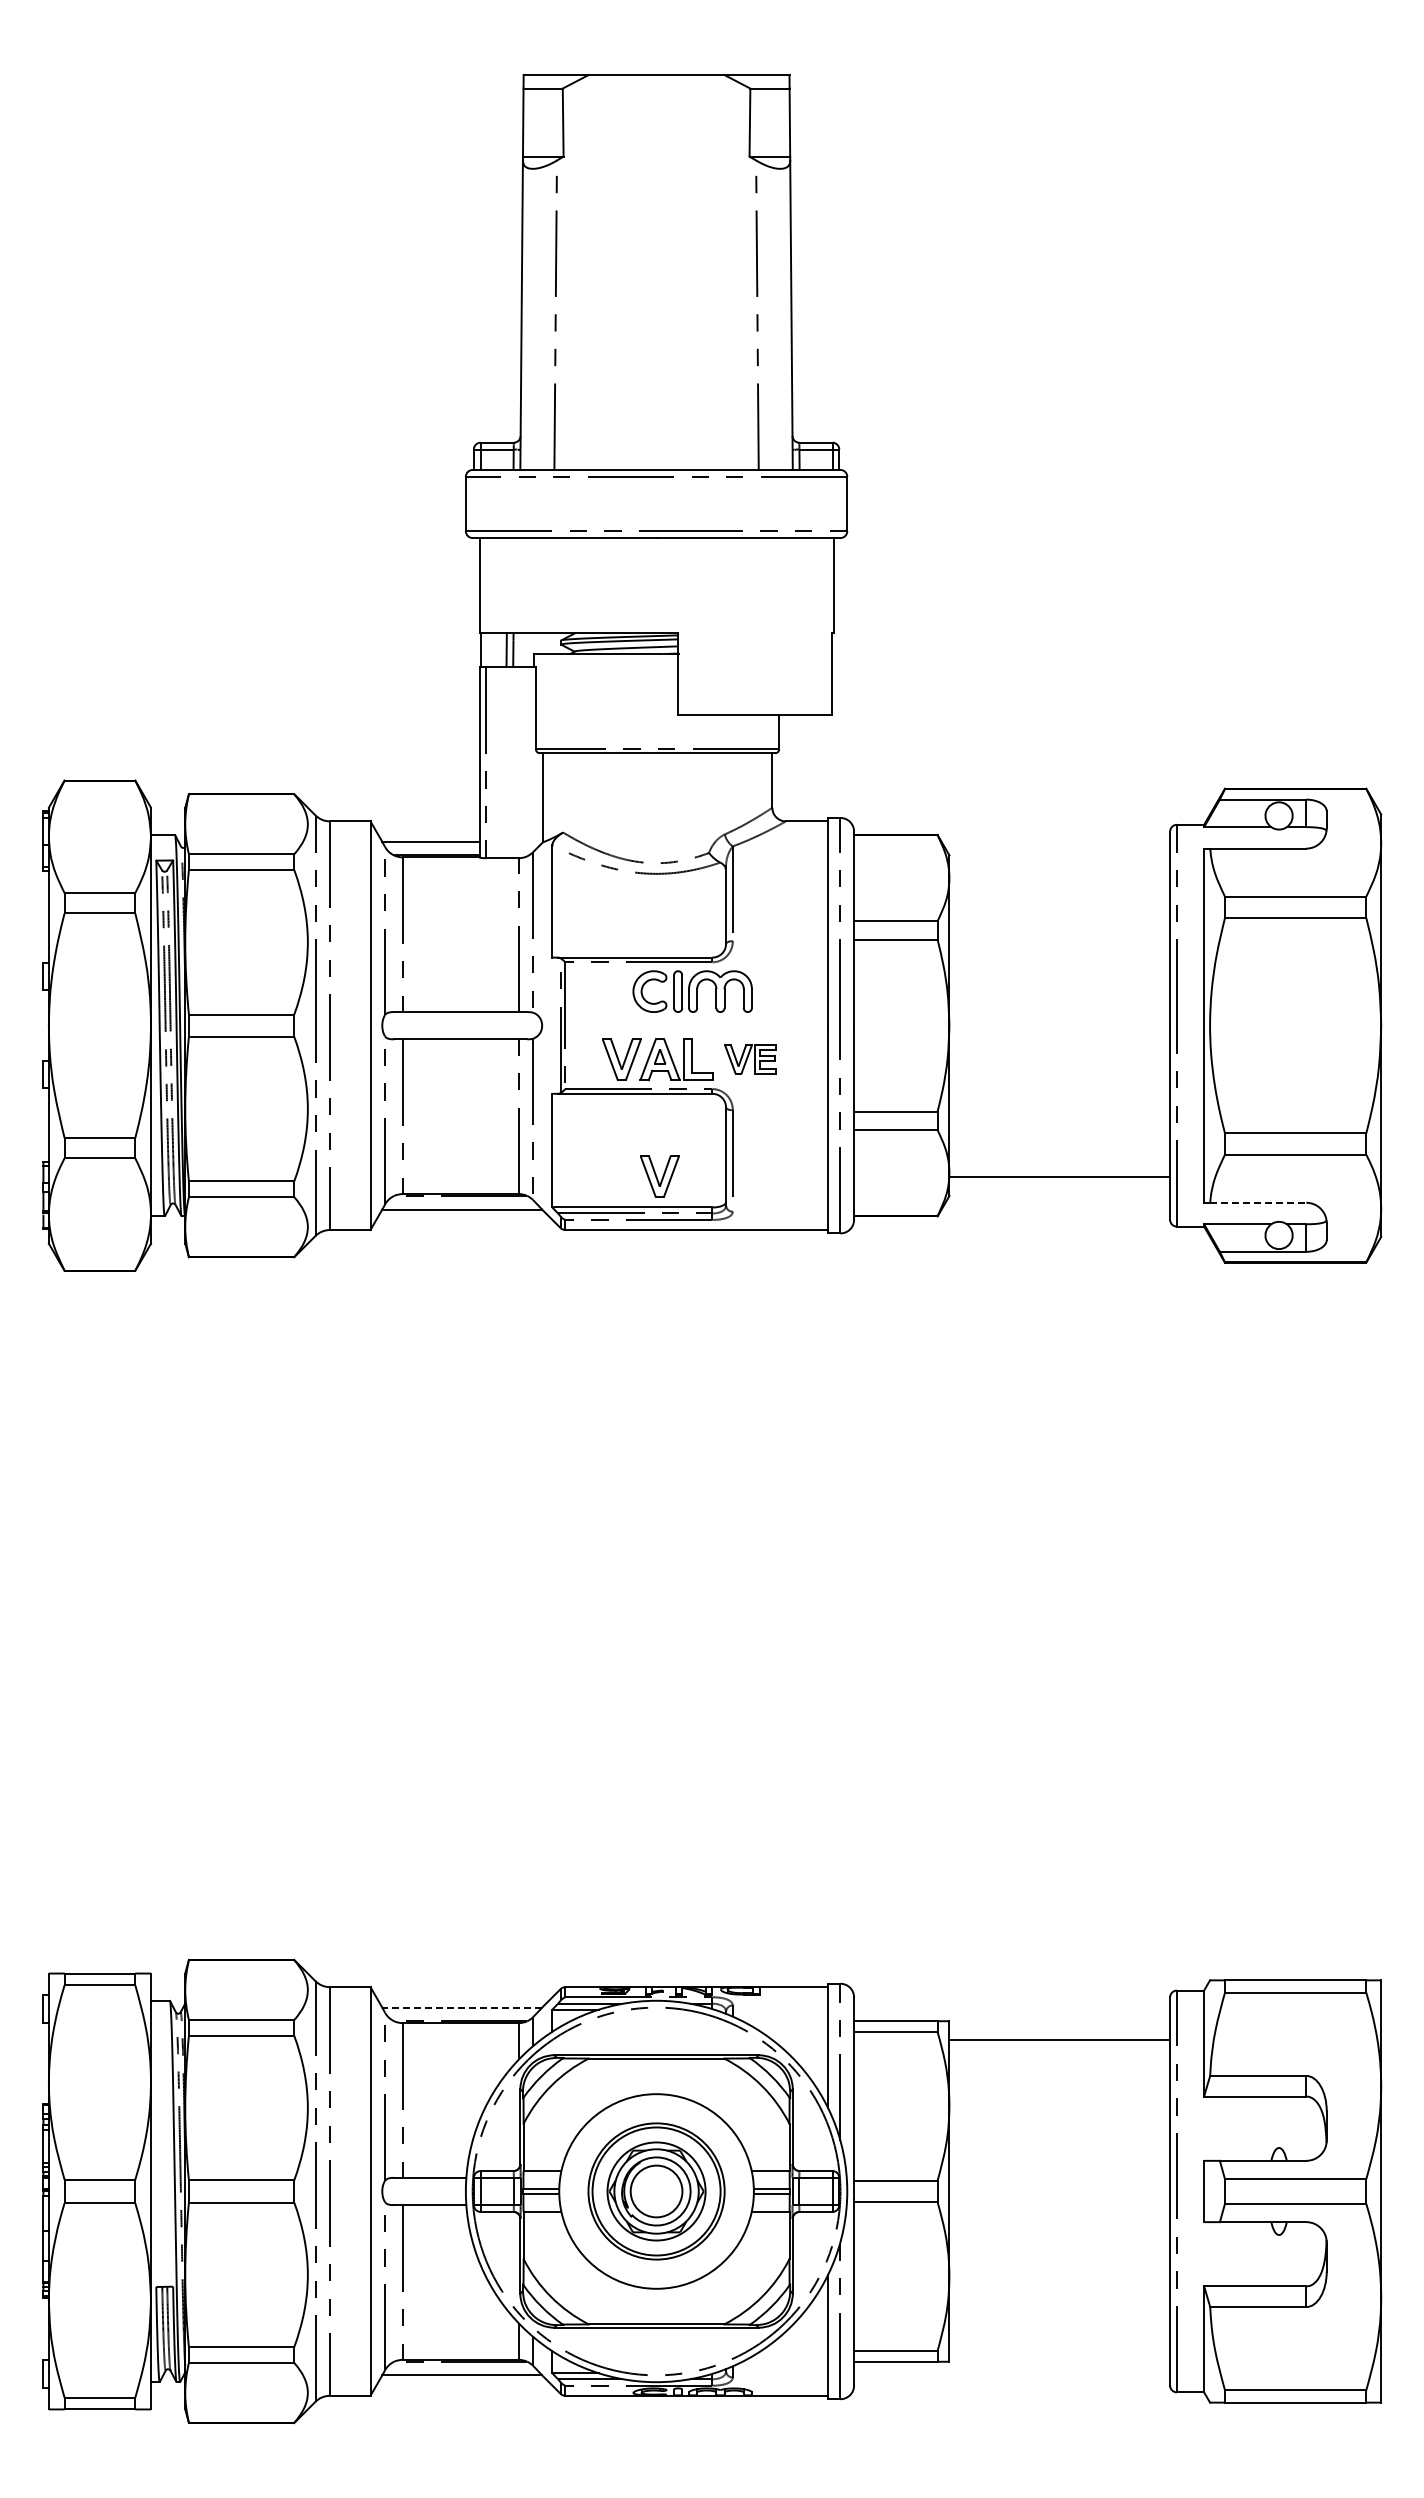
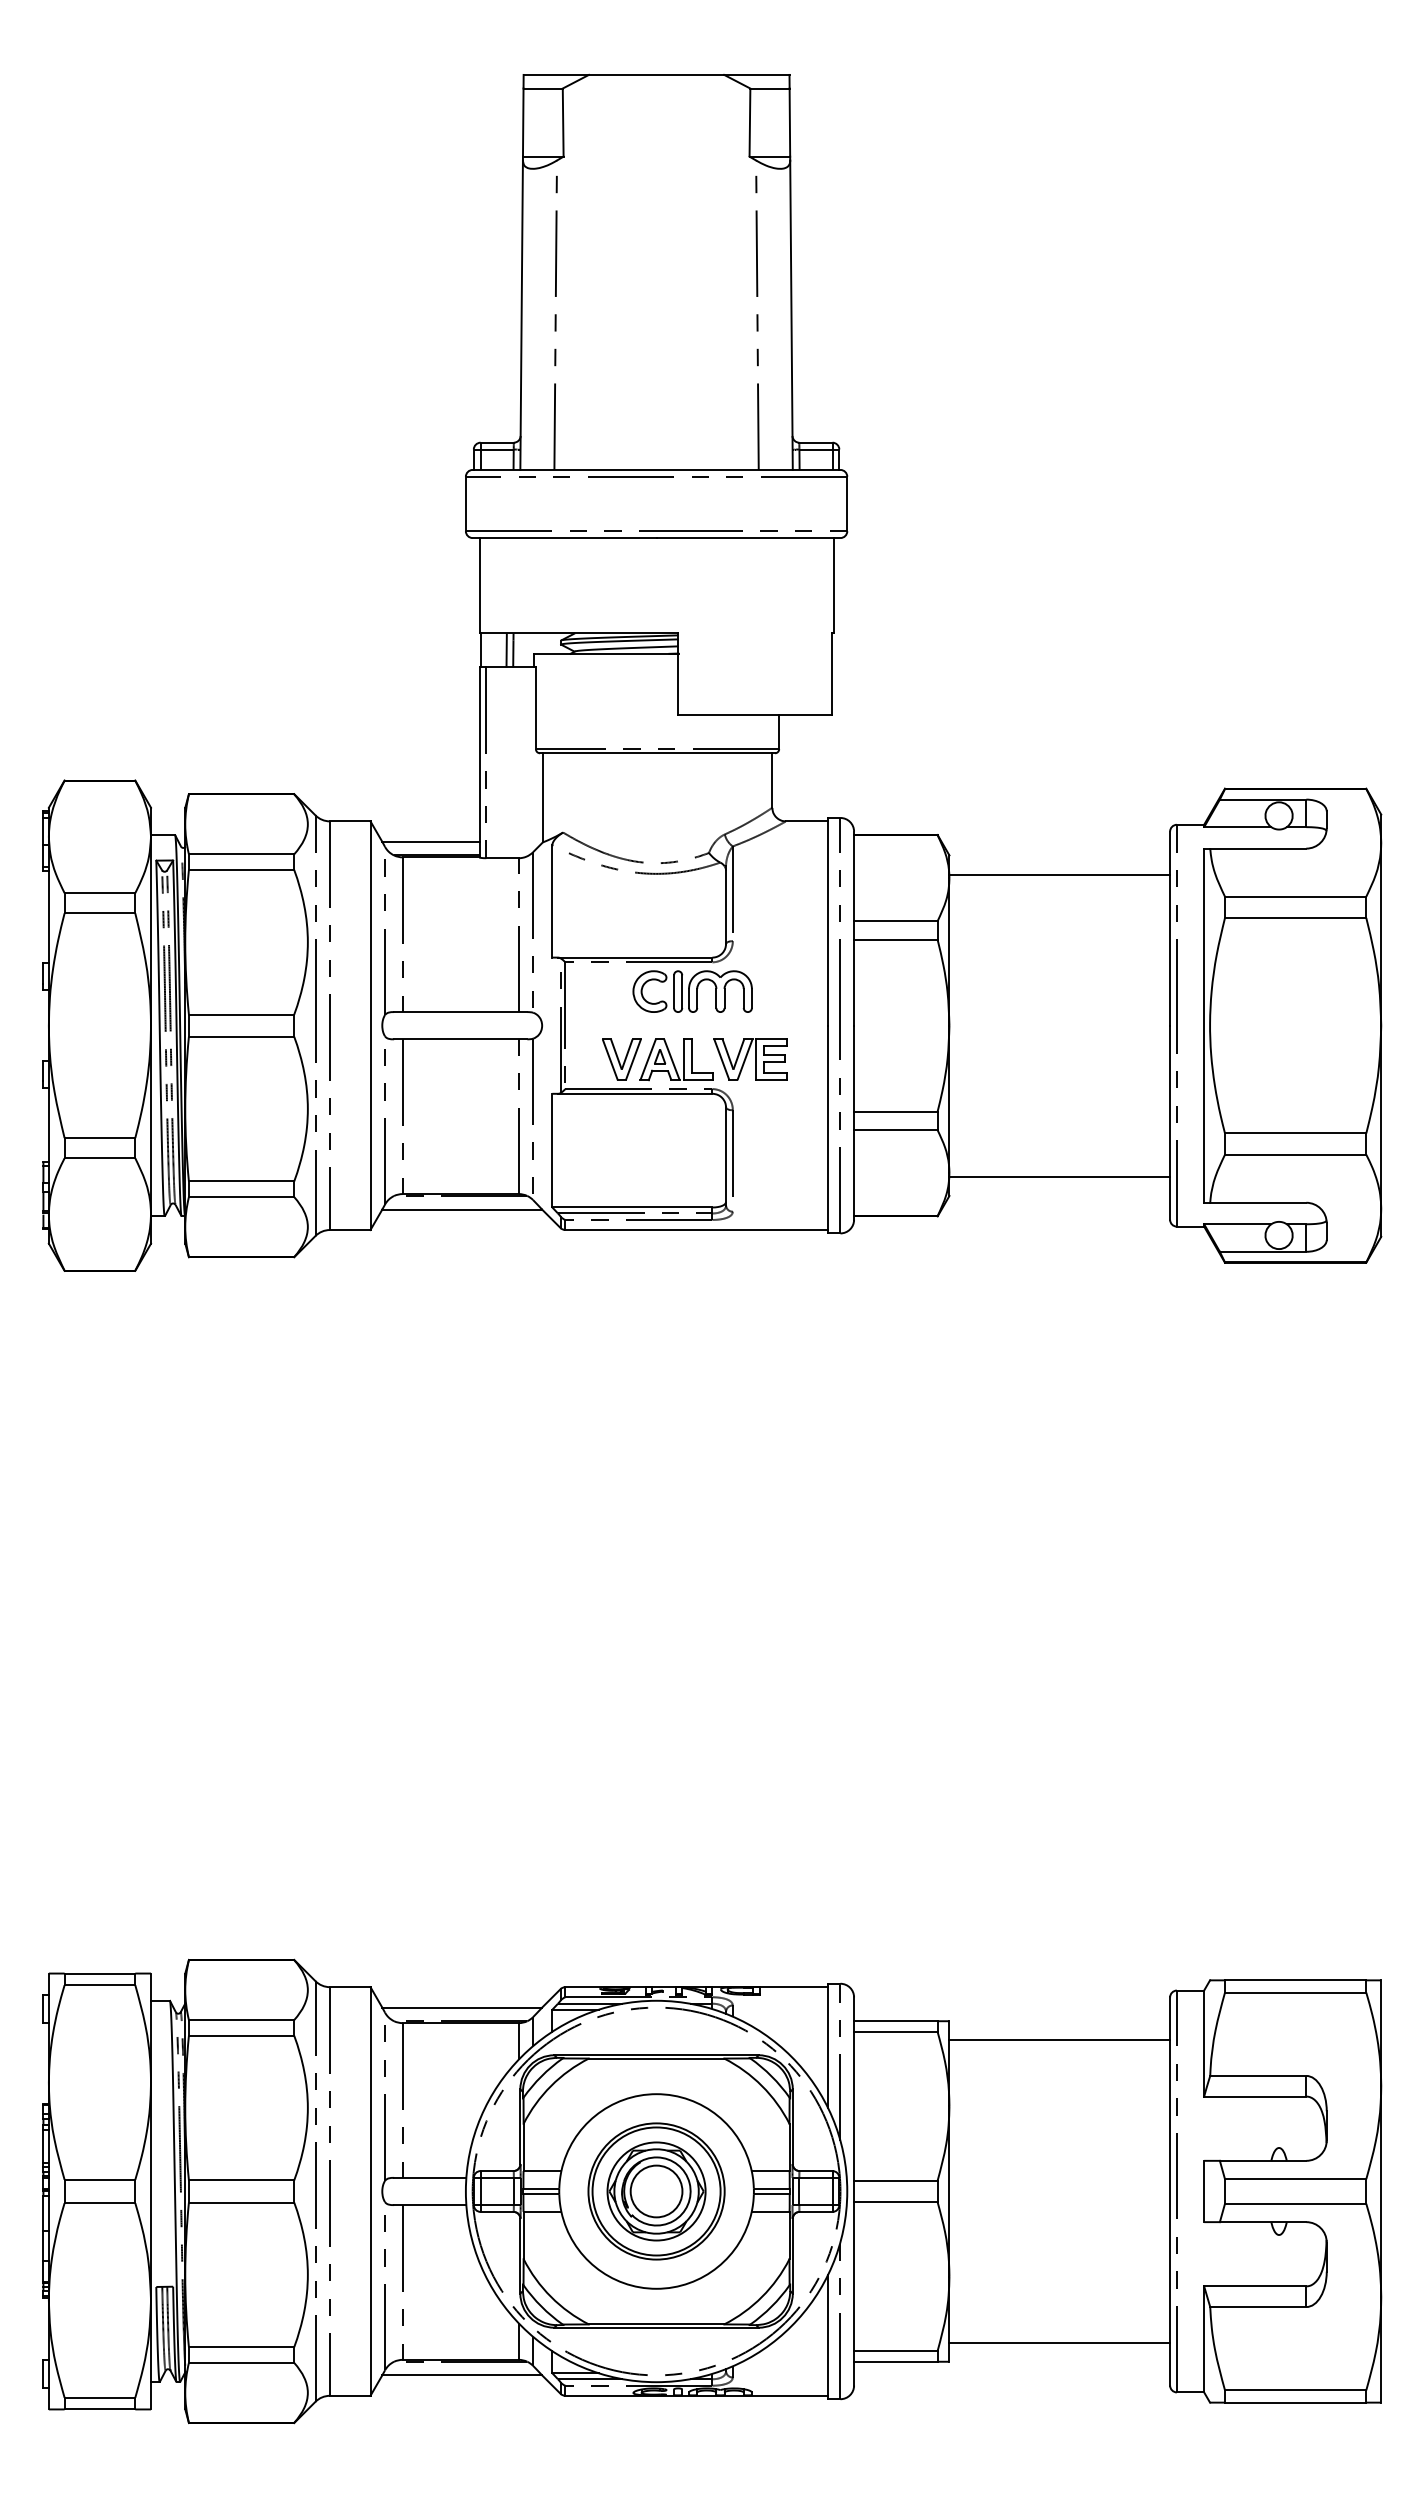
line at (1059, 874): none -> present
part at (750, 1059) size: 53x31 px -> 75x43 px
part at (659, 1176): present -> none
line at (1258, 1202): dashed -> solid
line at (462, 2007): dashed -> solid
line at (1059, 2342): none -> present
